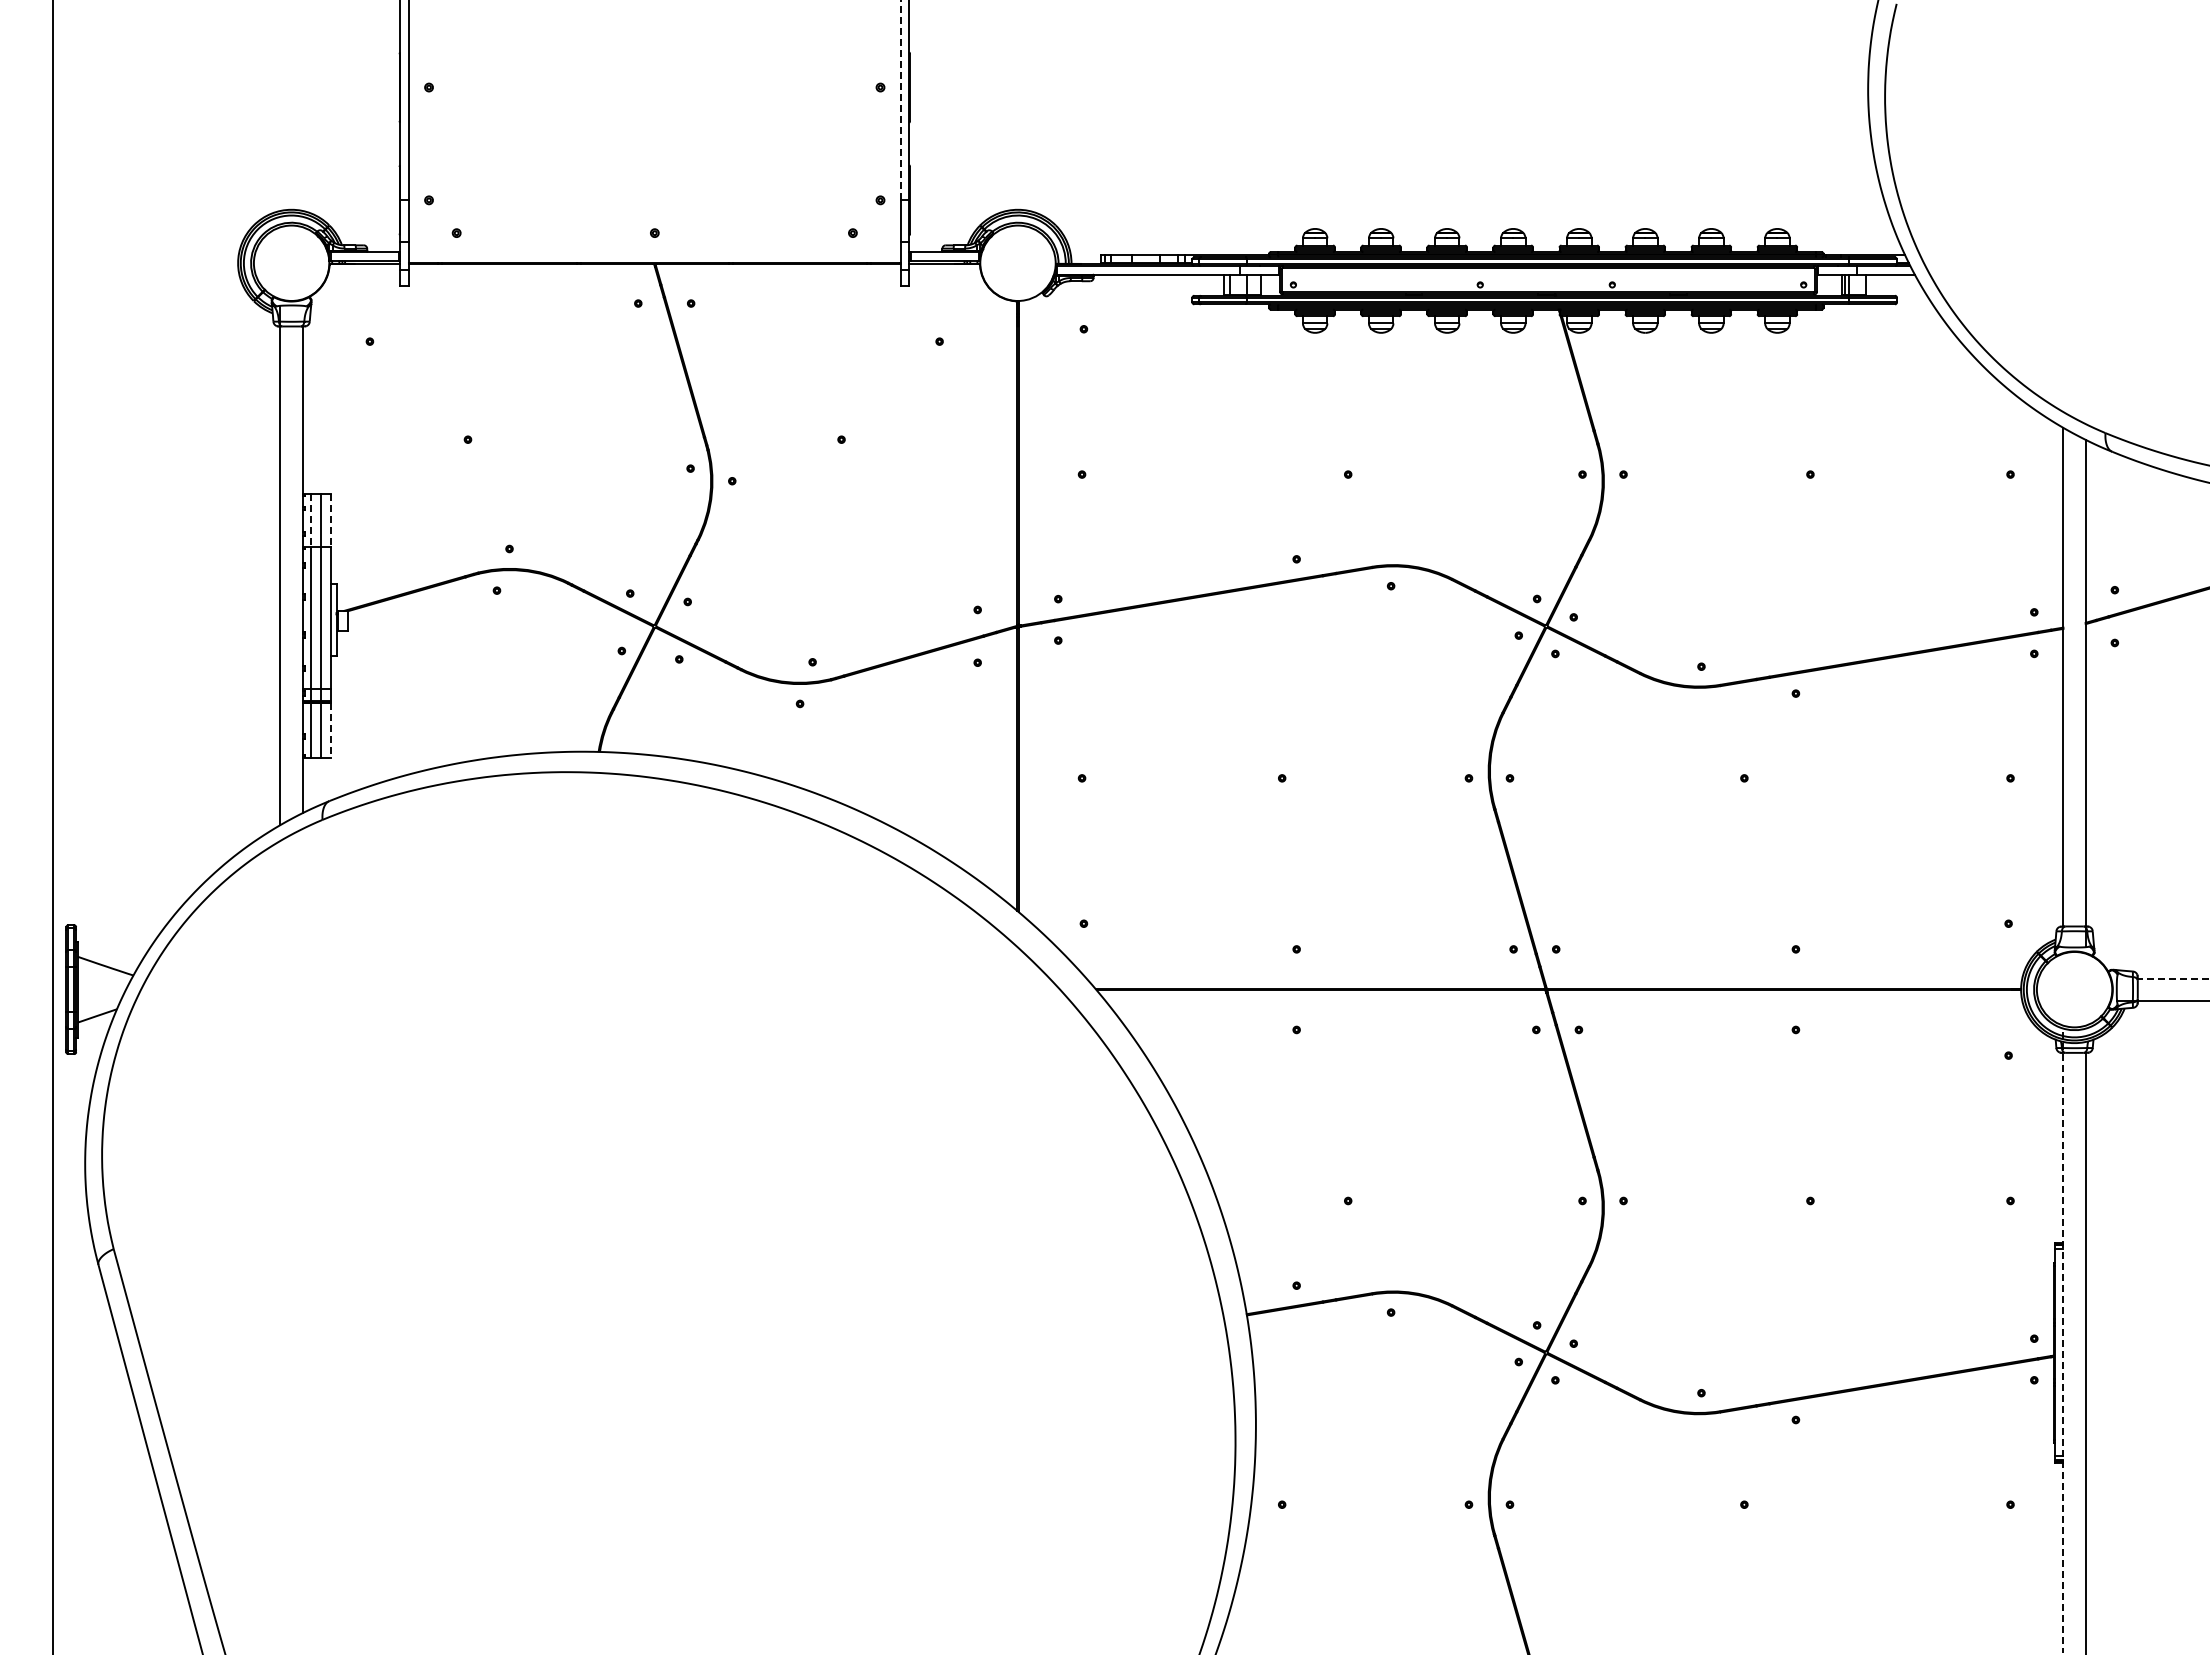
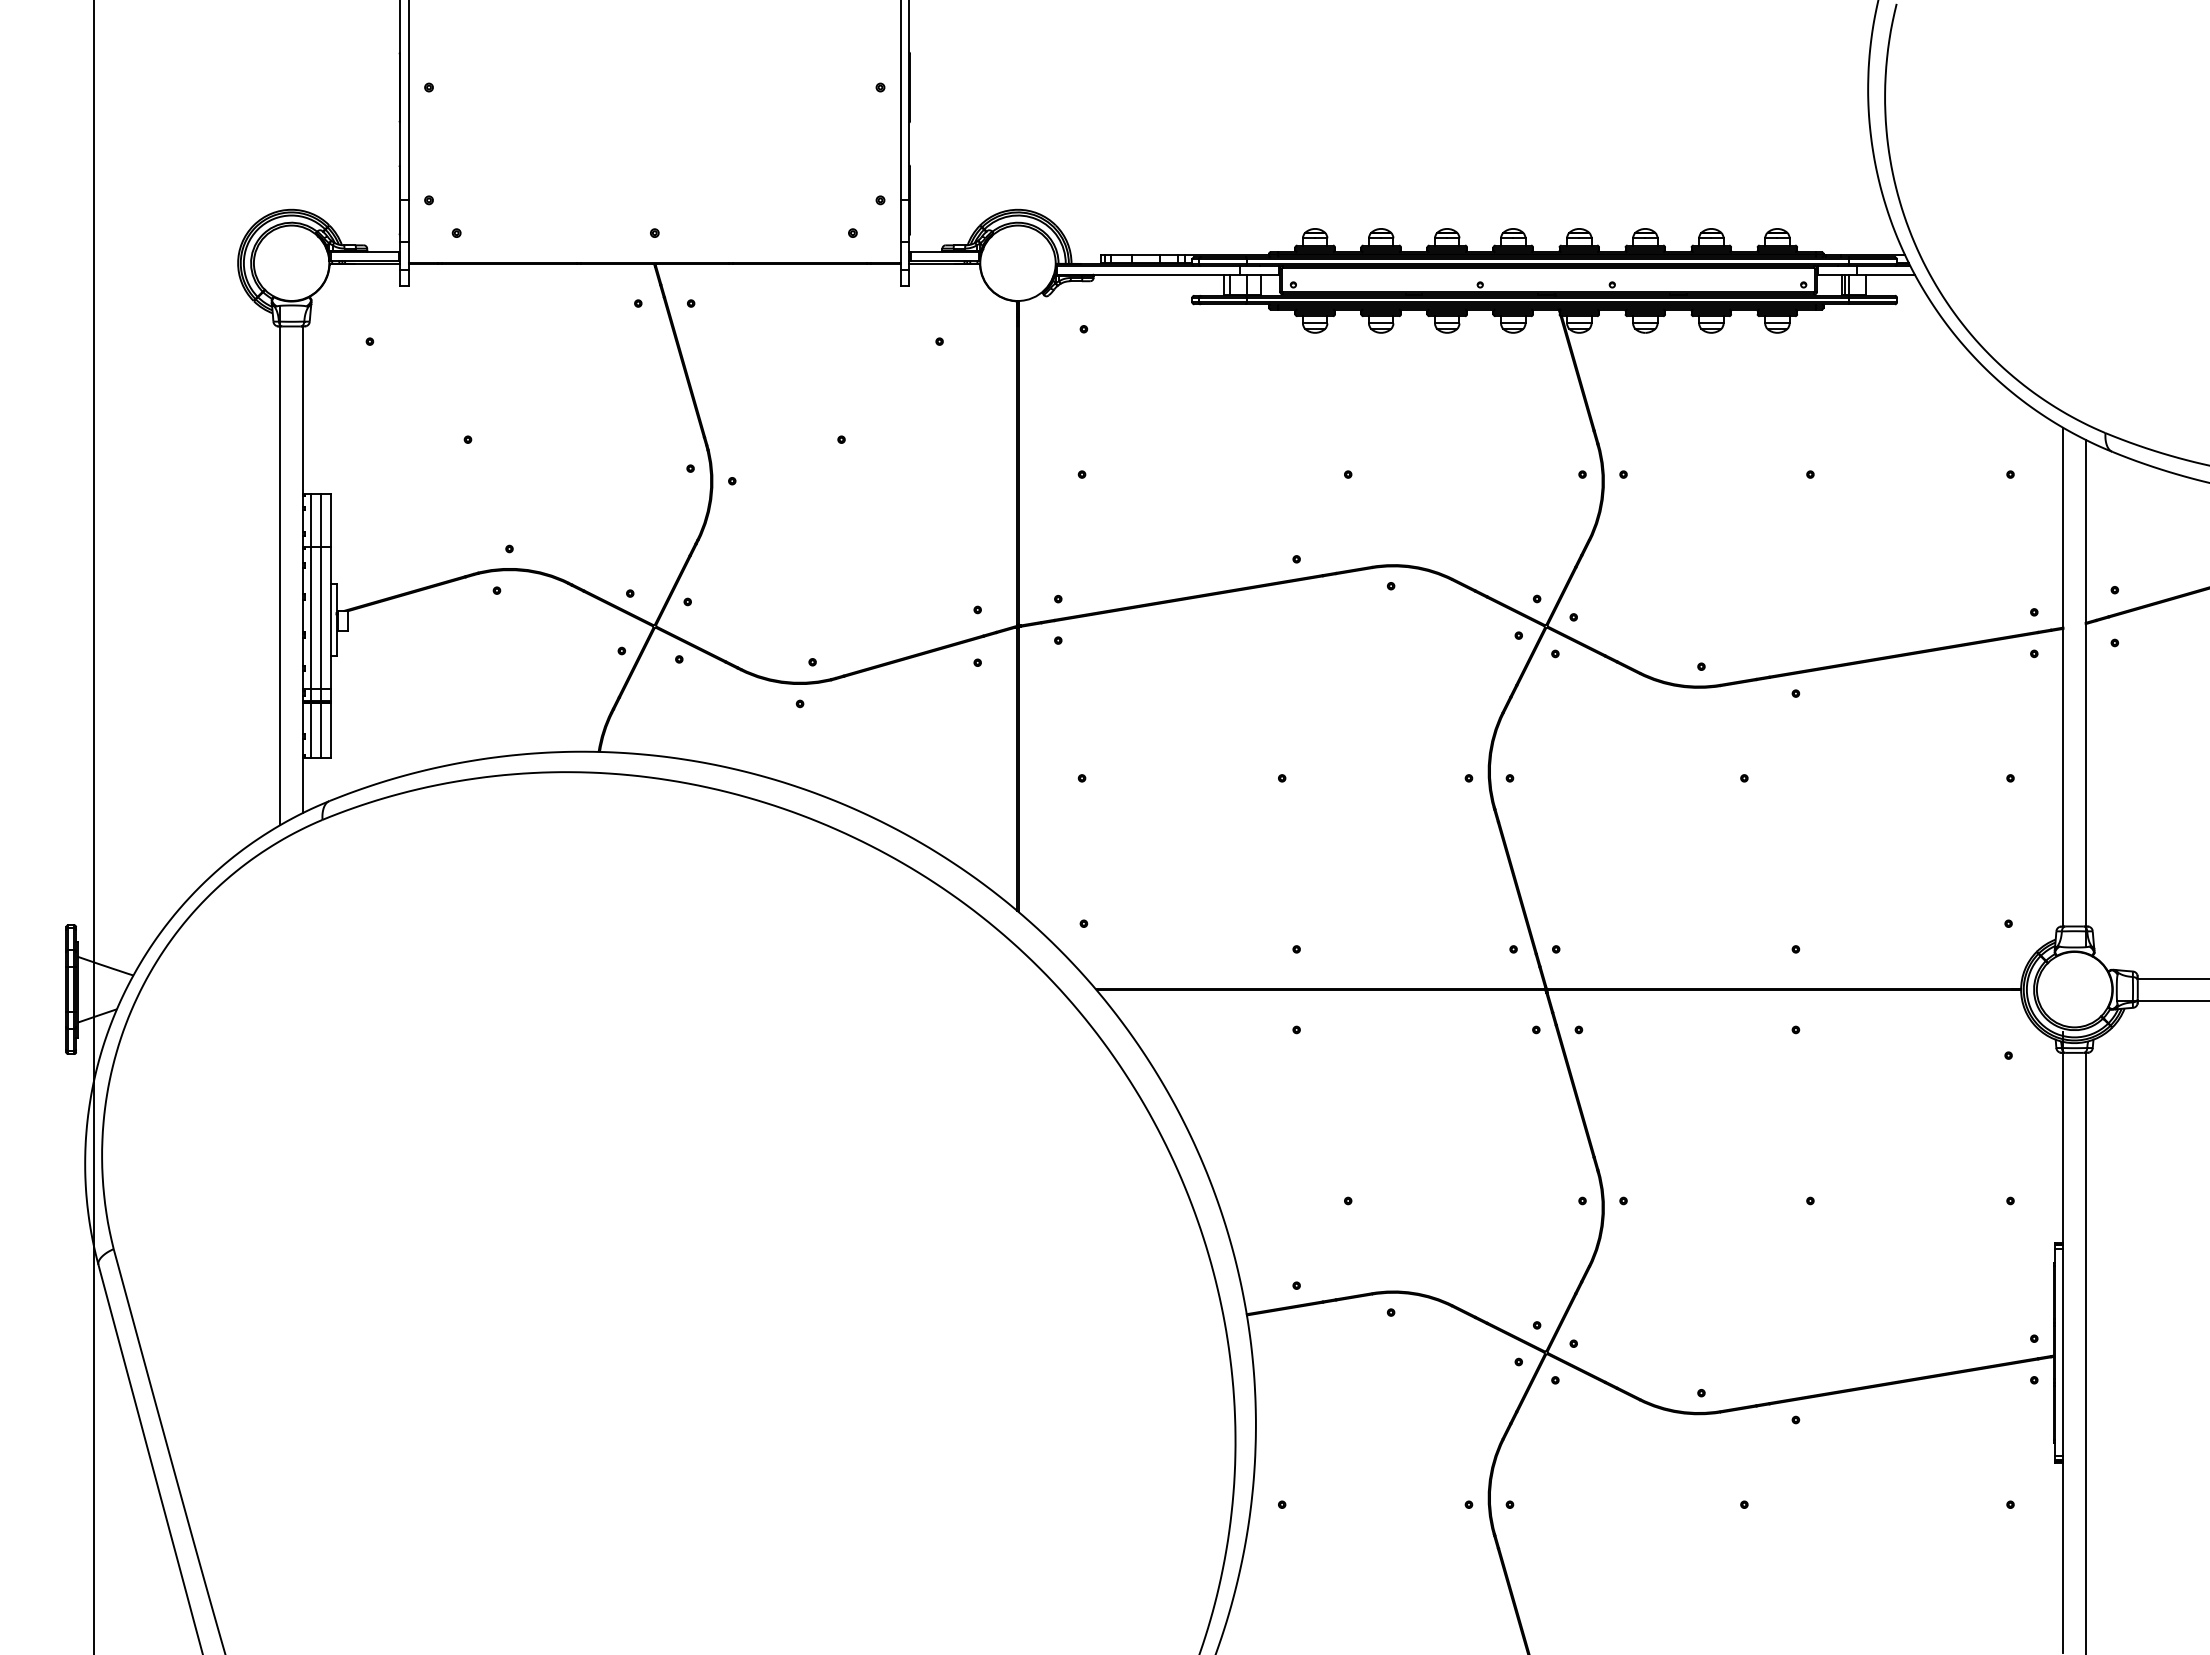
line at (900, 100): dashed -> solid
line at (311, 521): dashed -> solid
line at (331, 521): dashed -> solid
line at (331, 730): dashed -> solid
line at (52, 826) position: (52, 826) -> (93, 826)
line at (2173, 978): dashed -> solid
line at (2063, 1342): dashed -> solid
